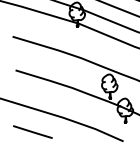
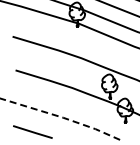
line at (63, 117): solid -> dashed
